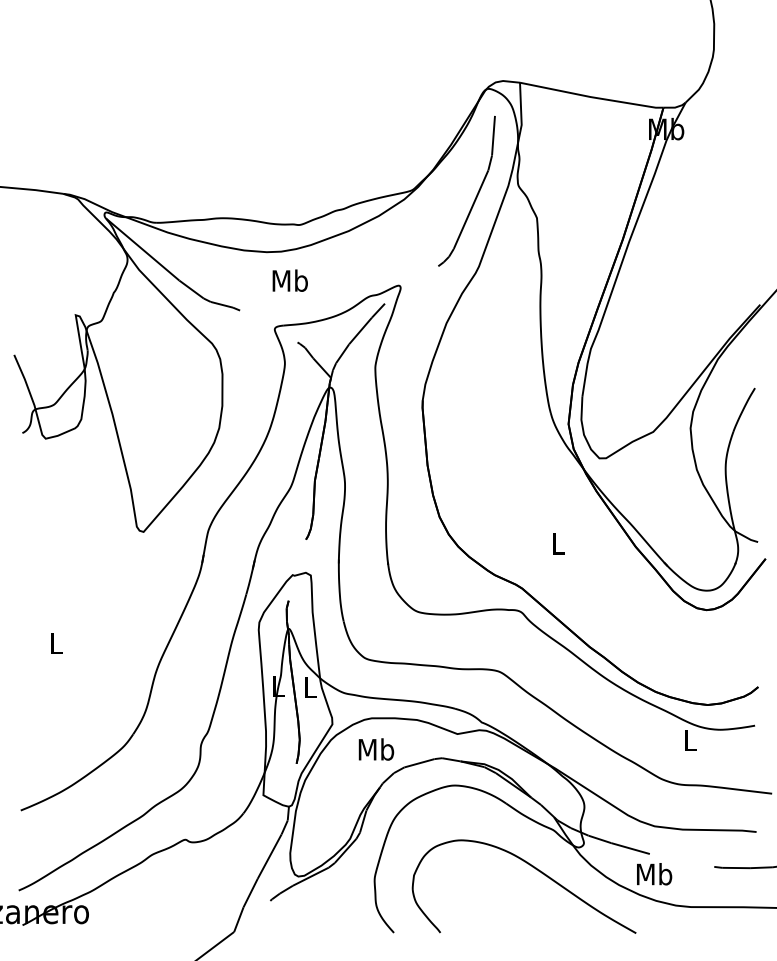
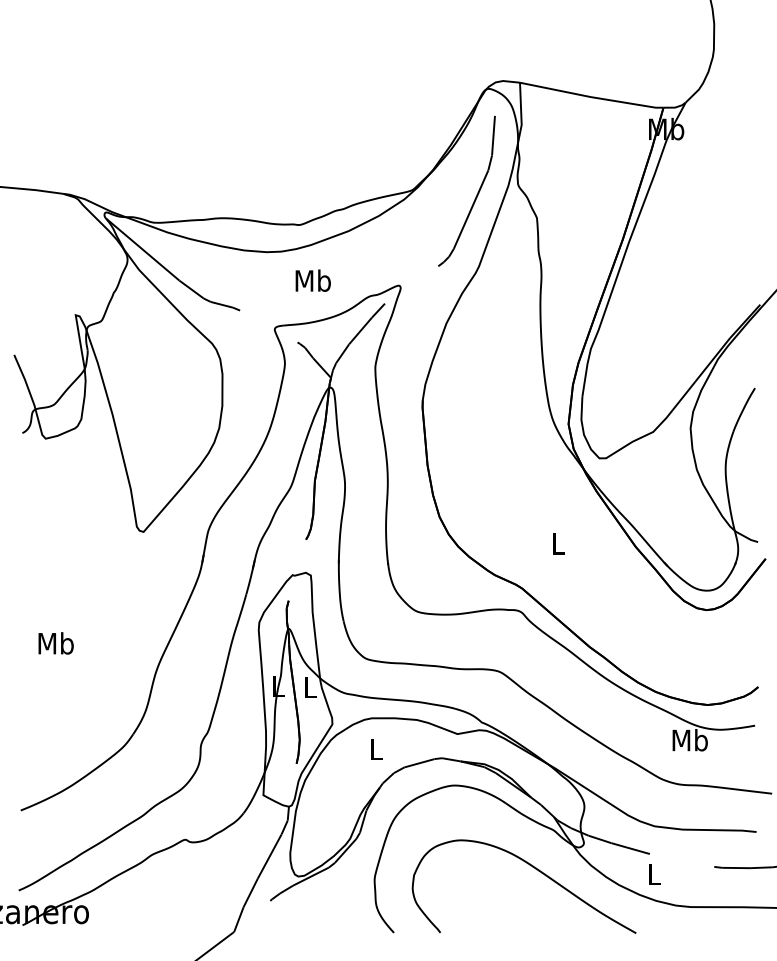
text at (289, 280) position: (289, 280) -> (312, 280)
text at (55, 643): L -> Mb
text at (689, 740): L -> Mb
text at (376, 749): Mb -> L
text at (654, 874): Mb -> L
